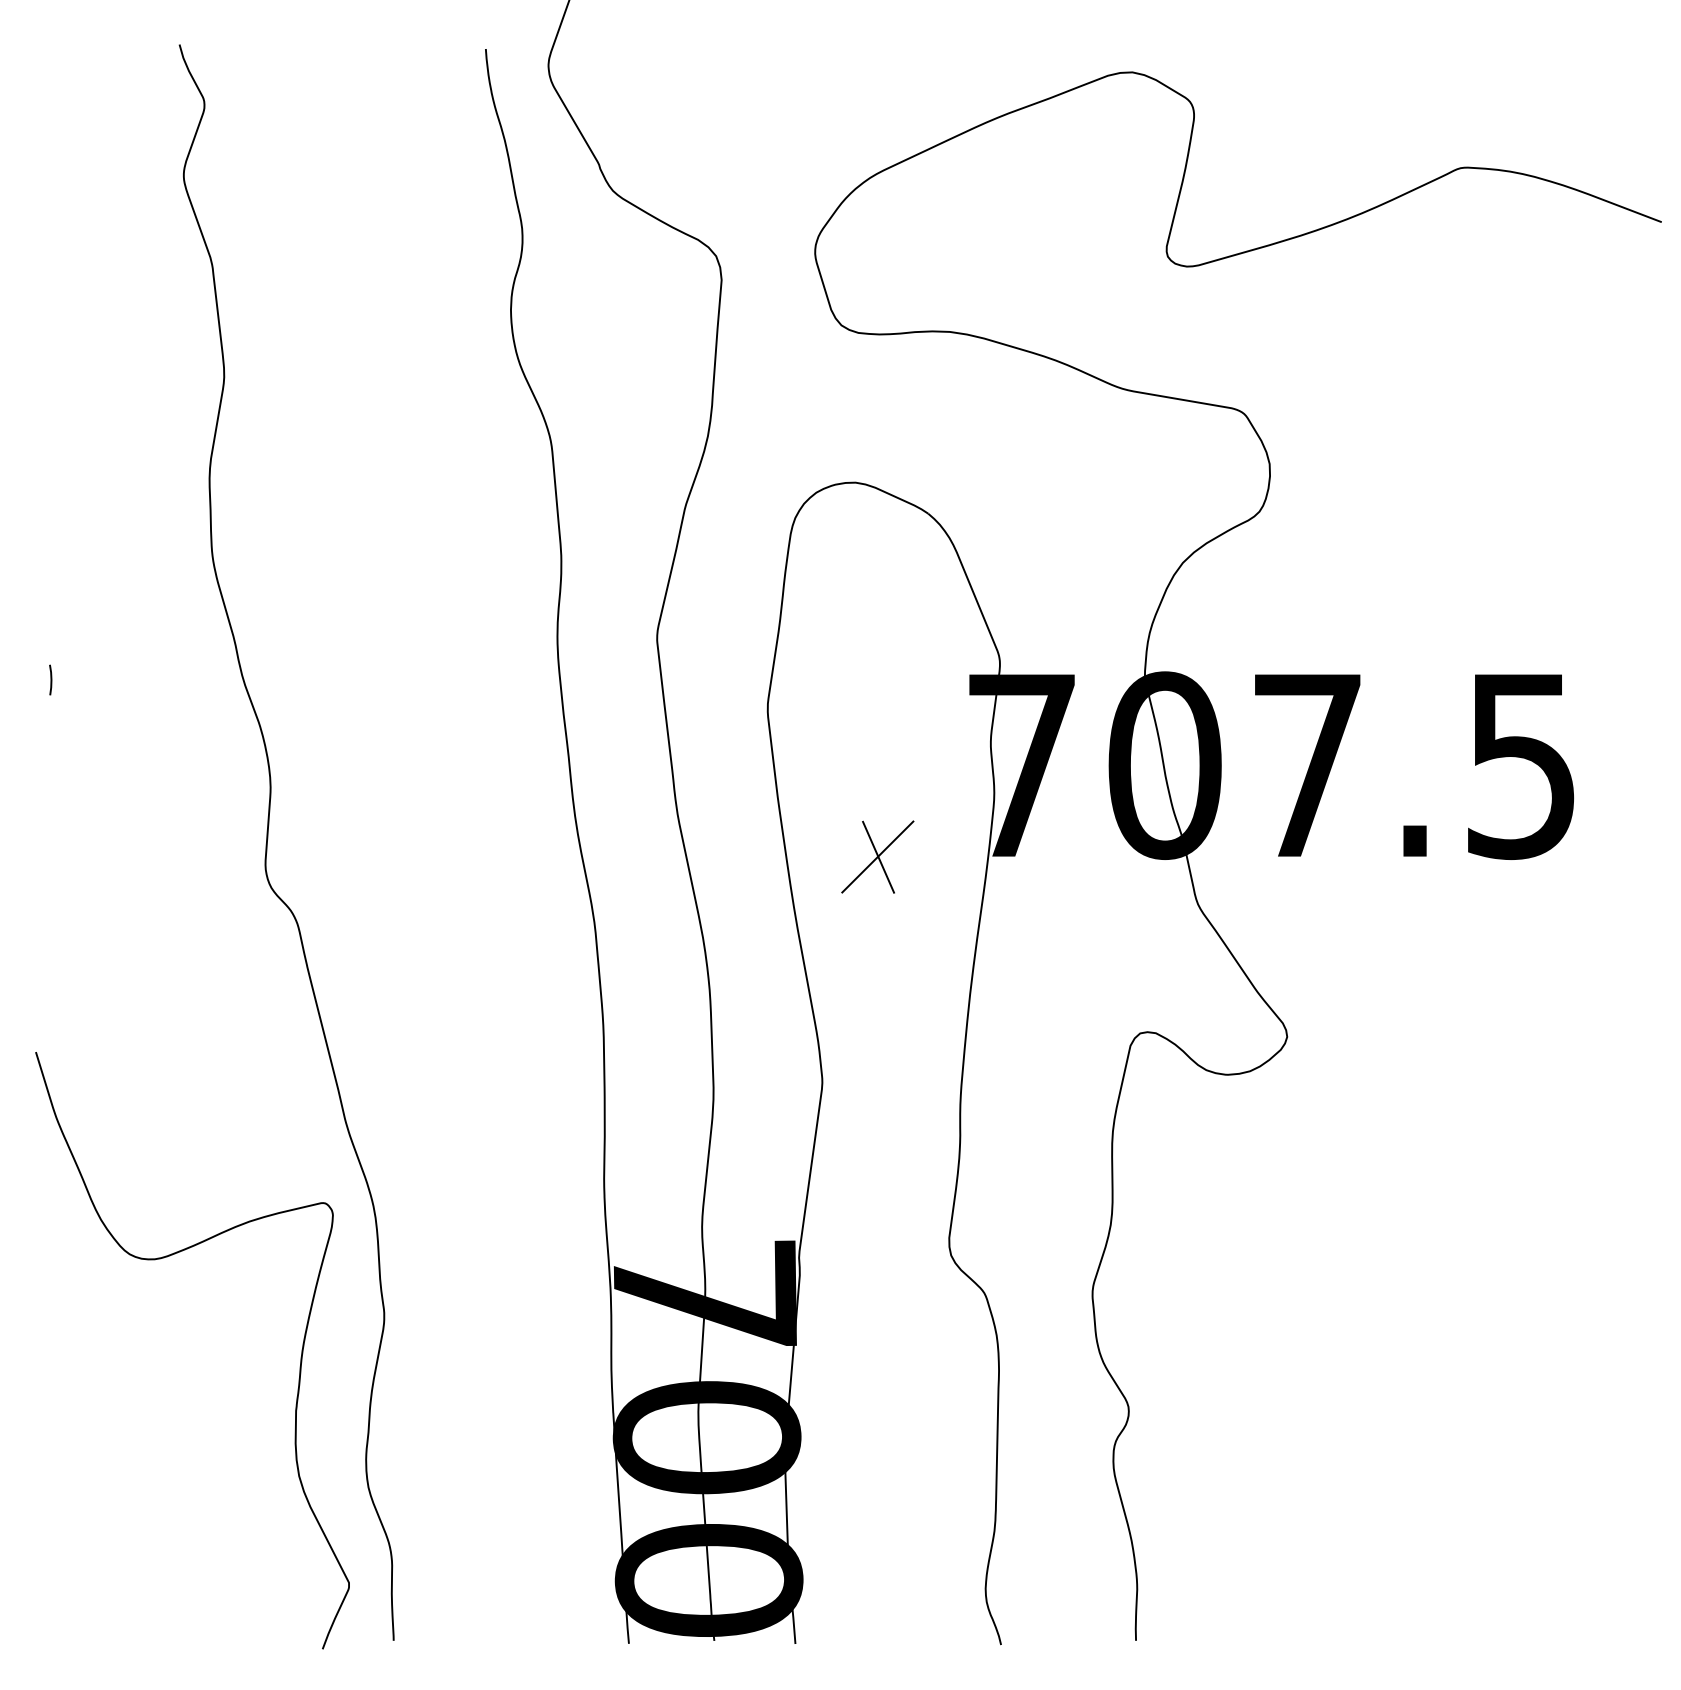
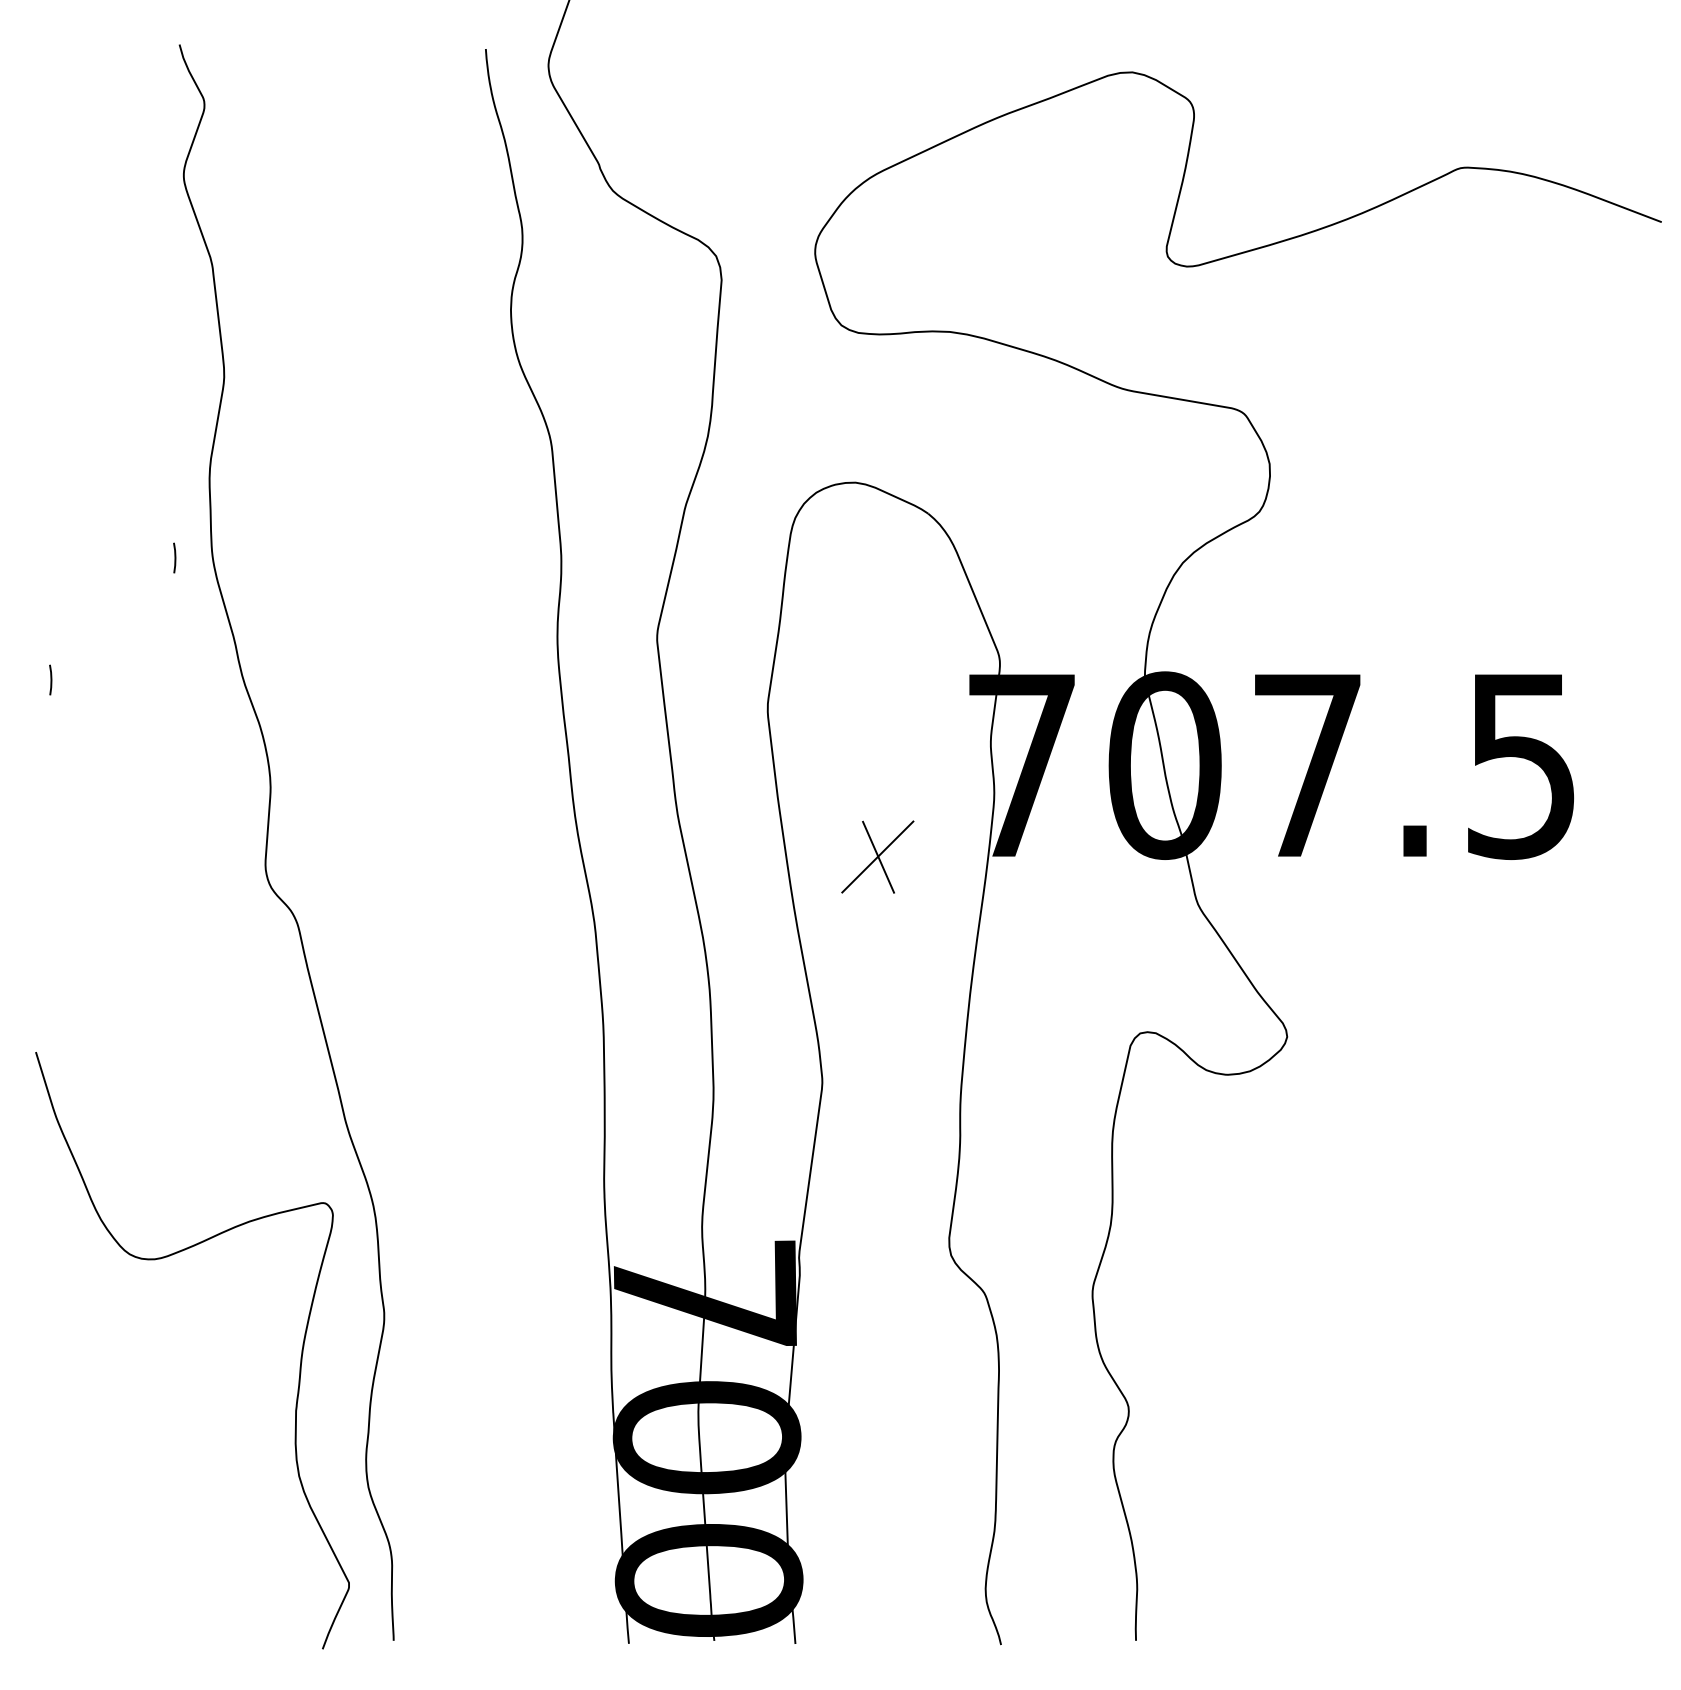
line at (174, 557): none -> present
